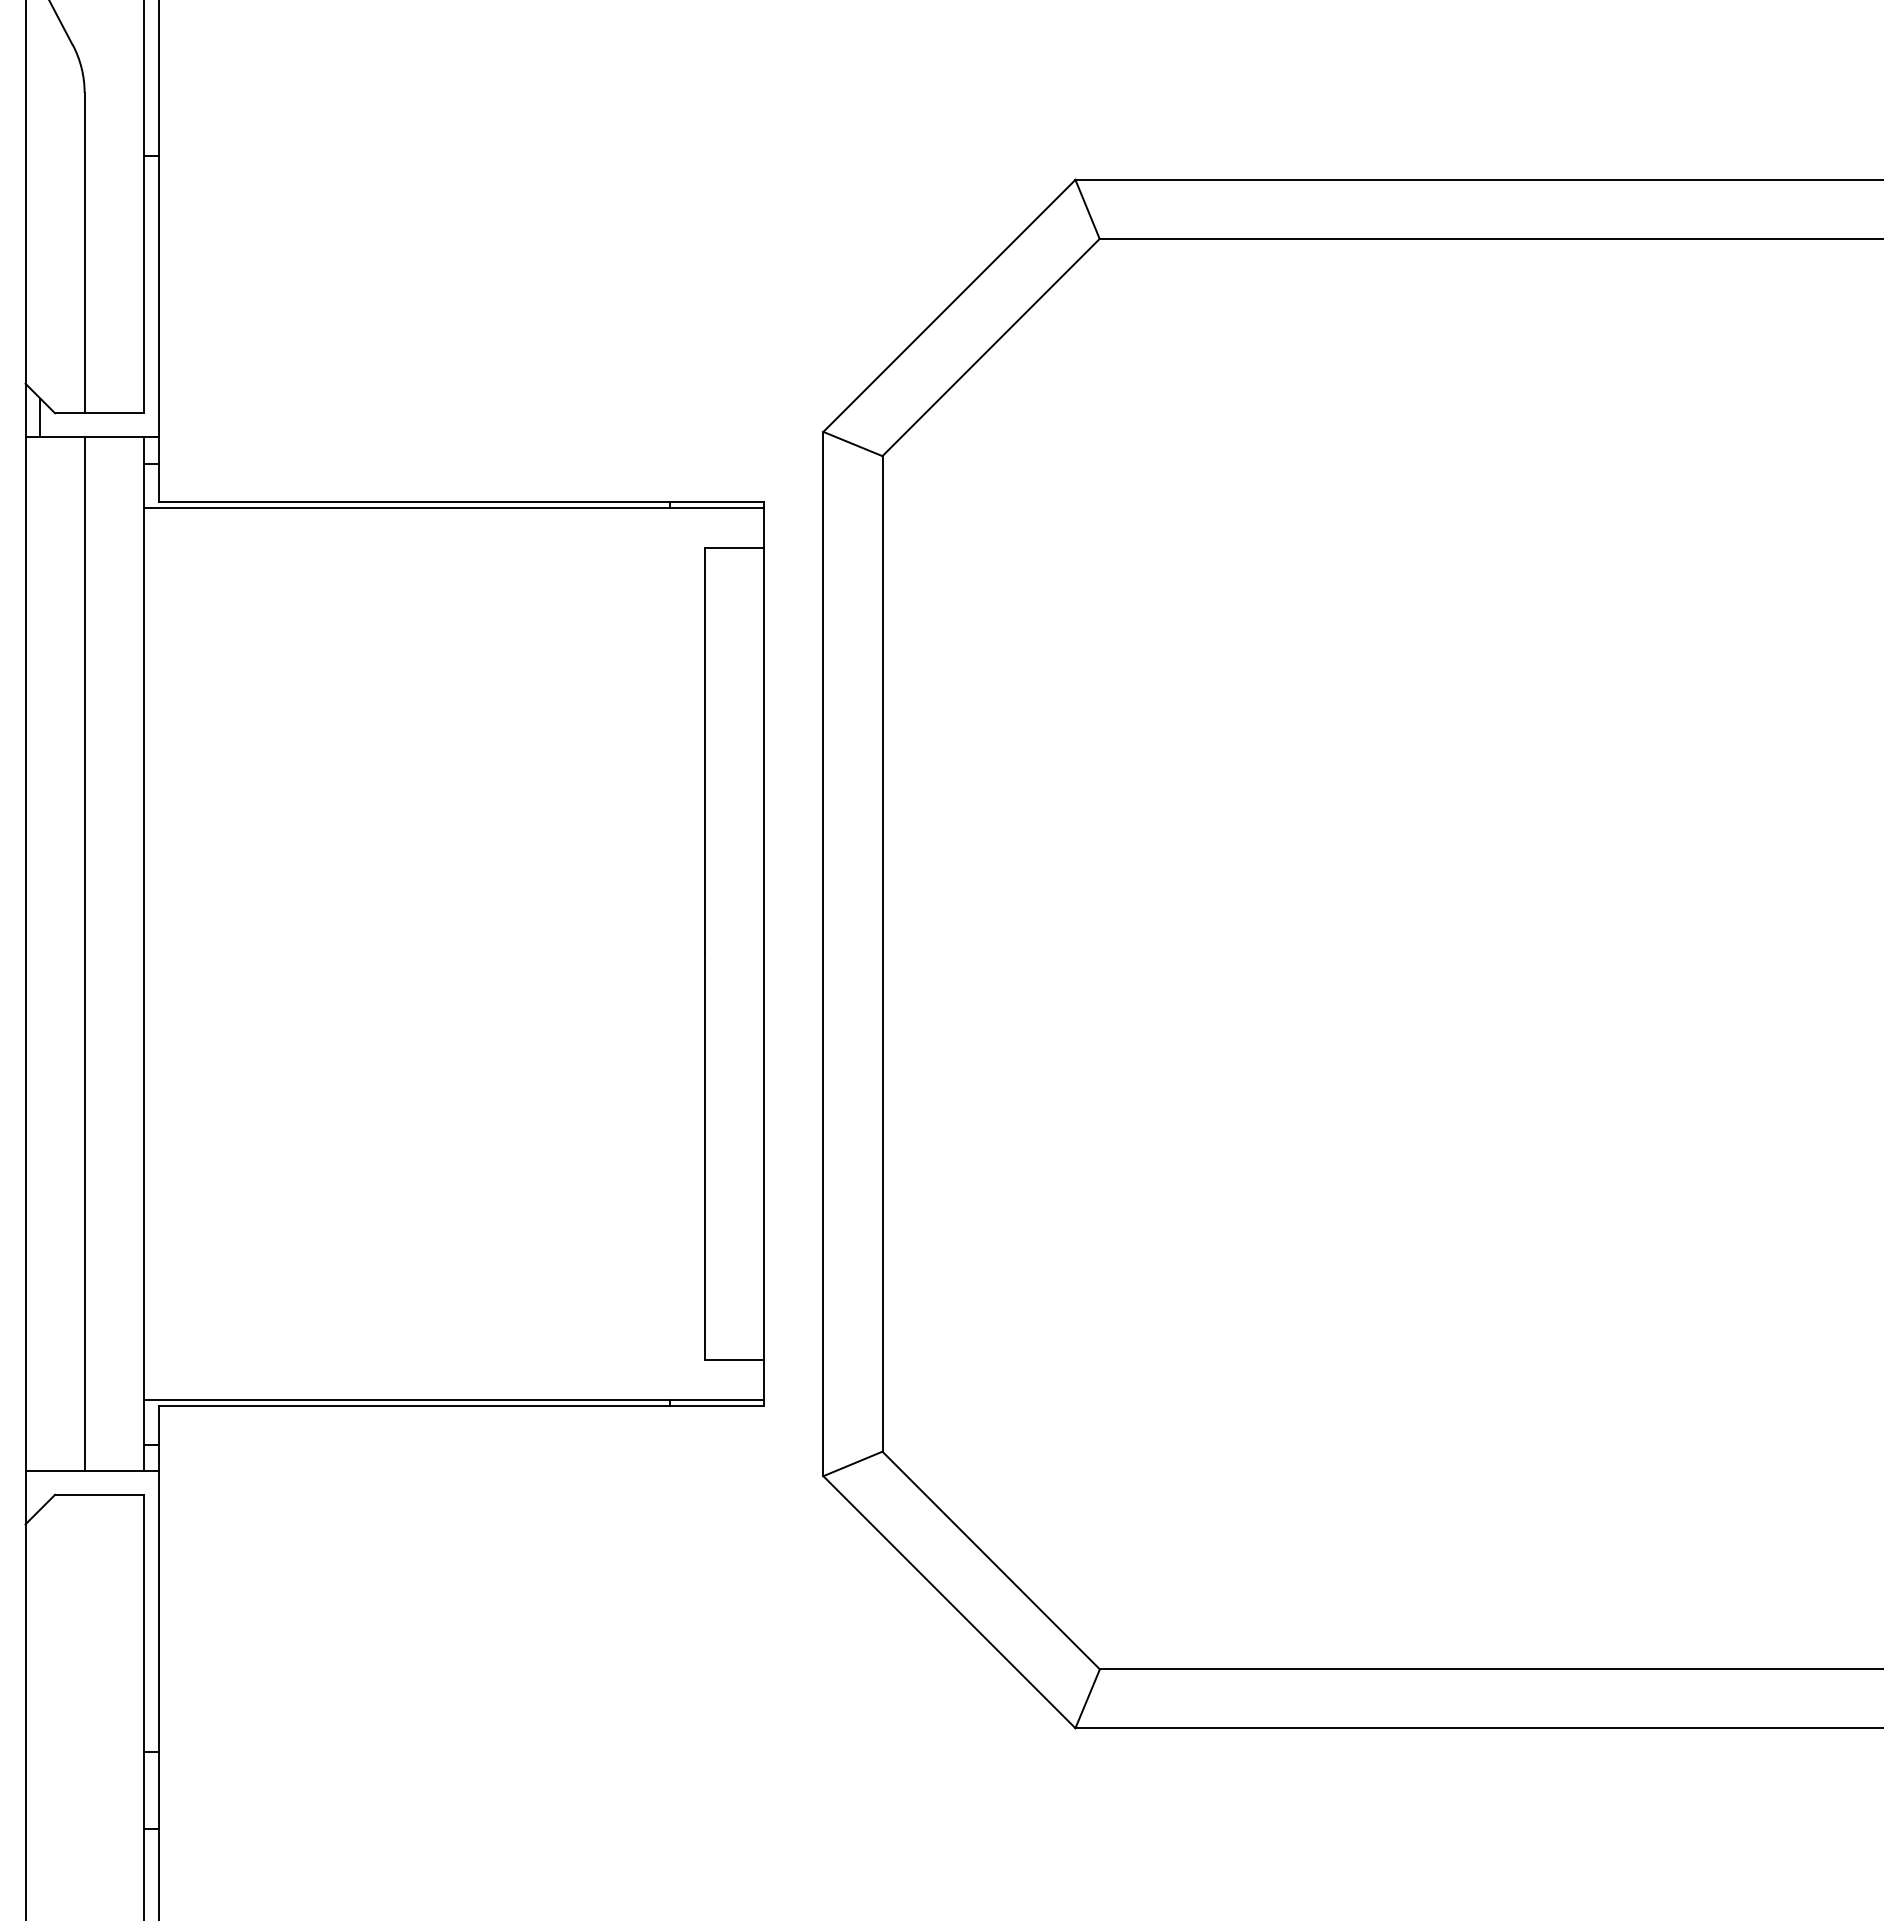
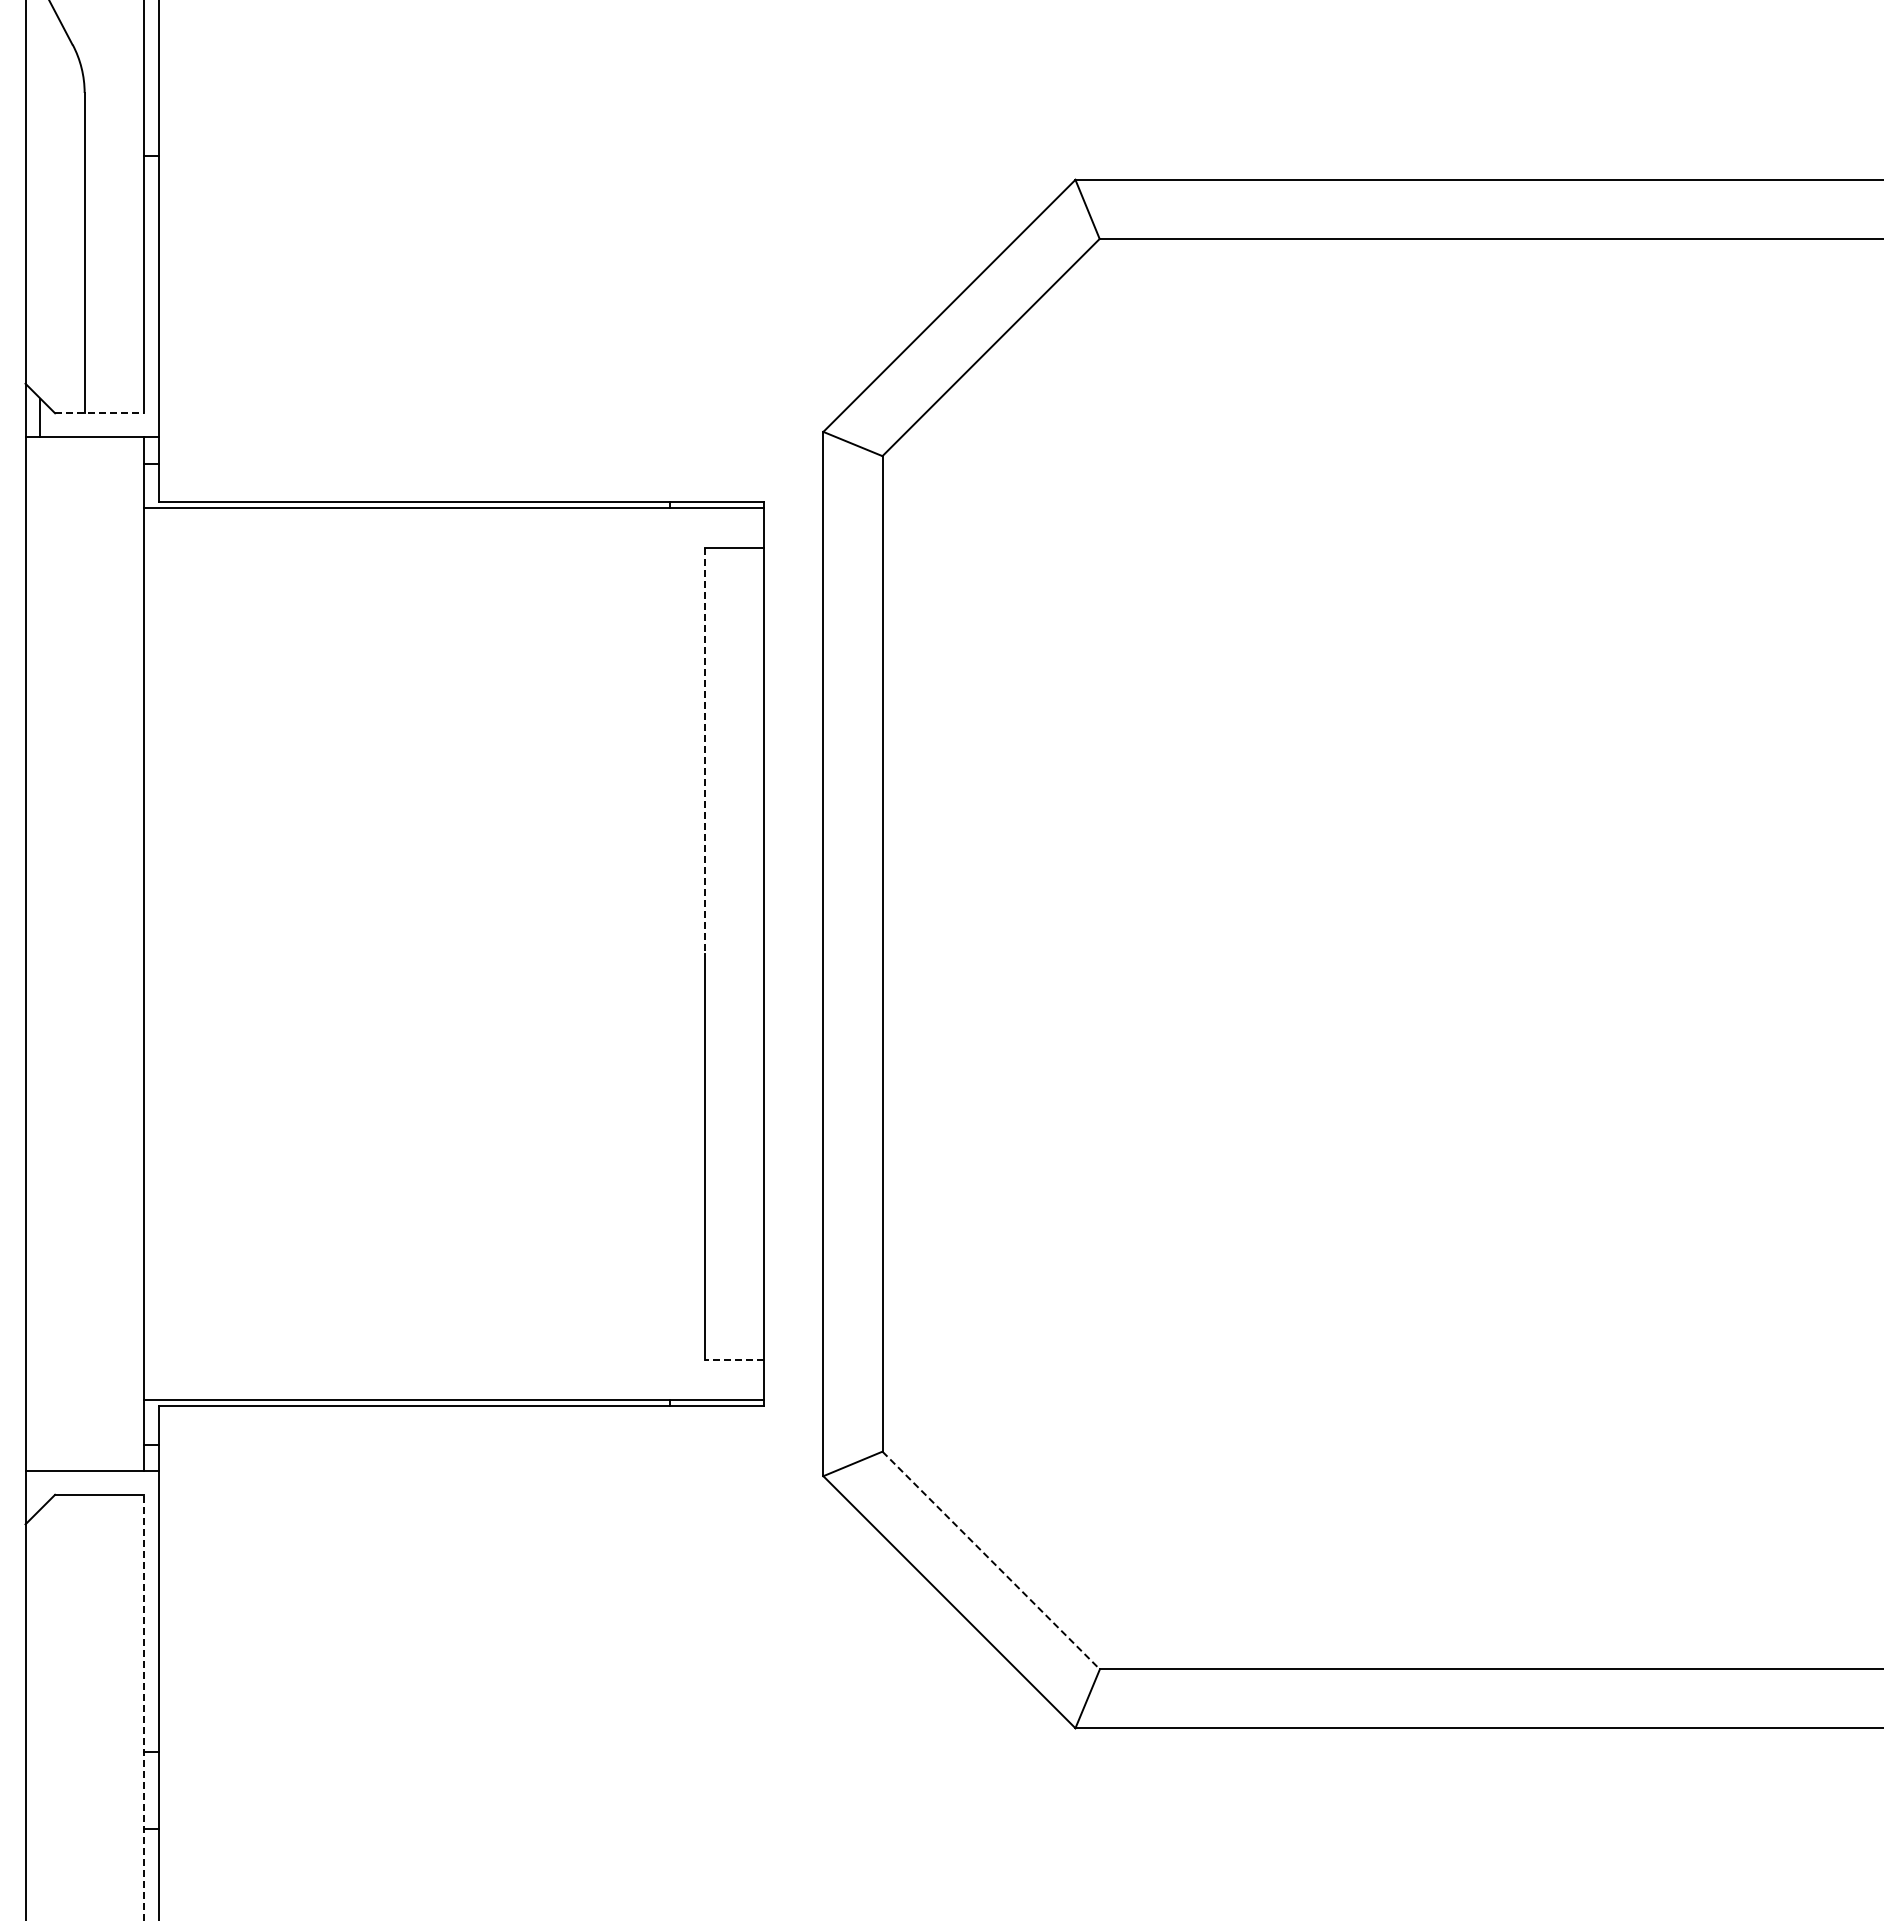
line at (99, 413): solid -> dashed
line at (705, 751): solid -> dashed
line at (84, 953): present -> none
line at (734, 1360): solid -> dashed
line at (991, 1560): solid -> dashed
line at (143, 1707): solid -> dashed
